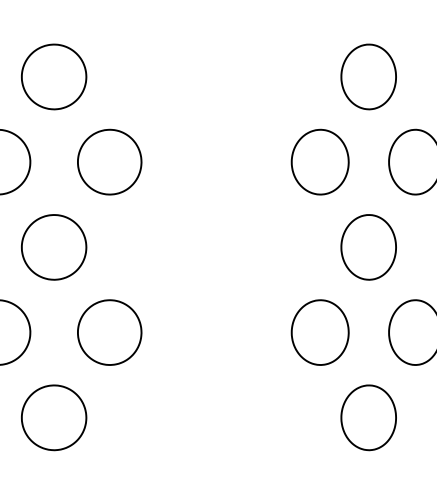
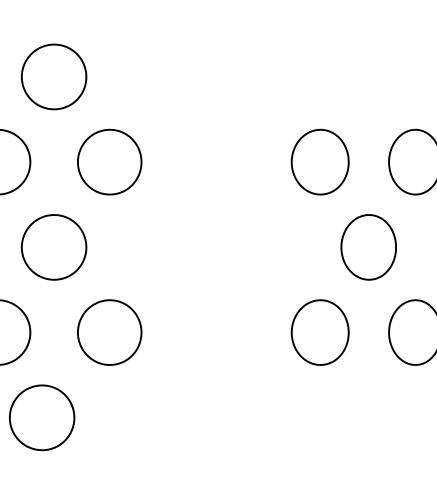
part at (368, 76): present -> none
part at (54, 417) position: (54, 417) -> (42, 417)
part at (368, 417): present -> none
